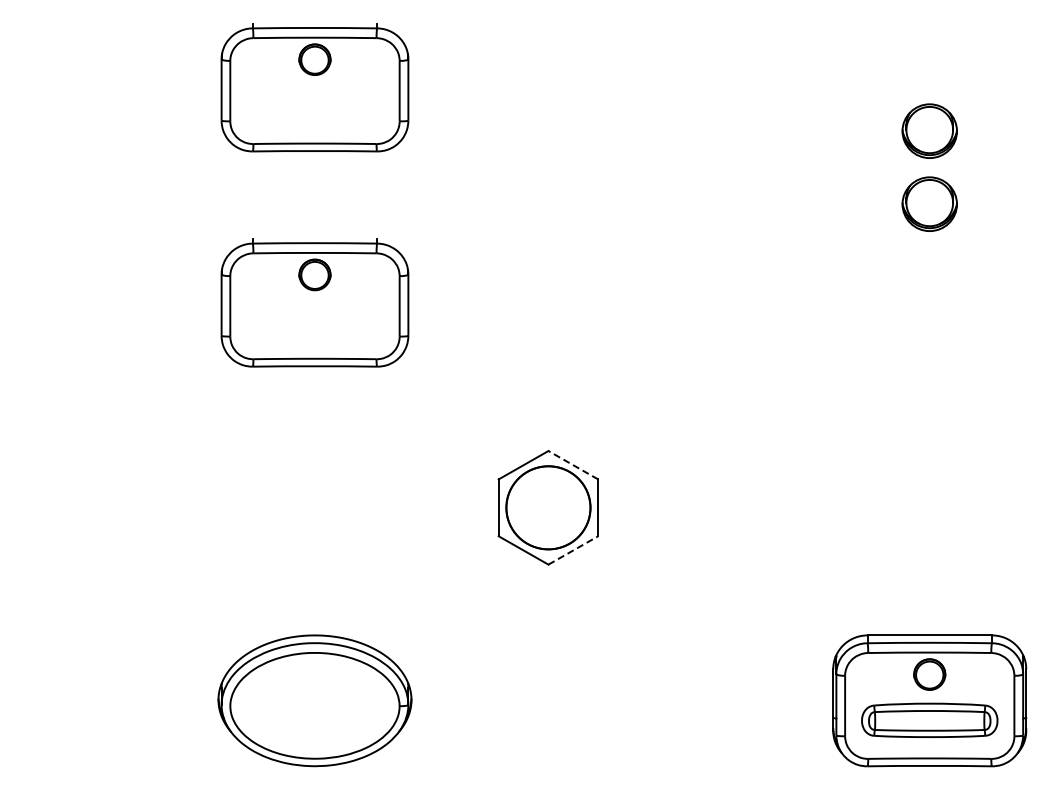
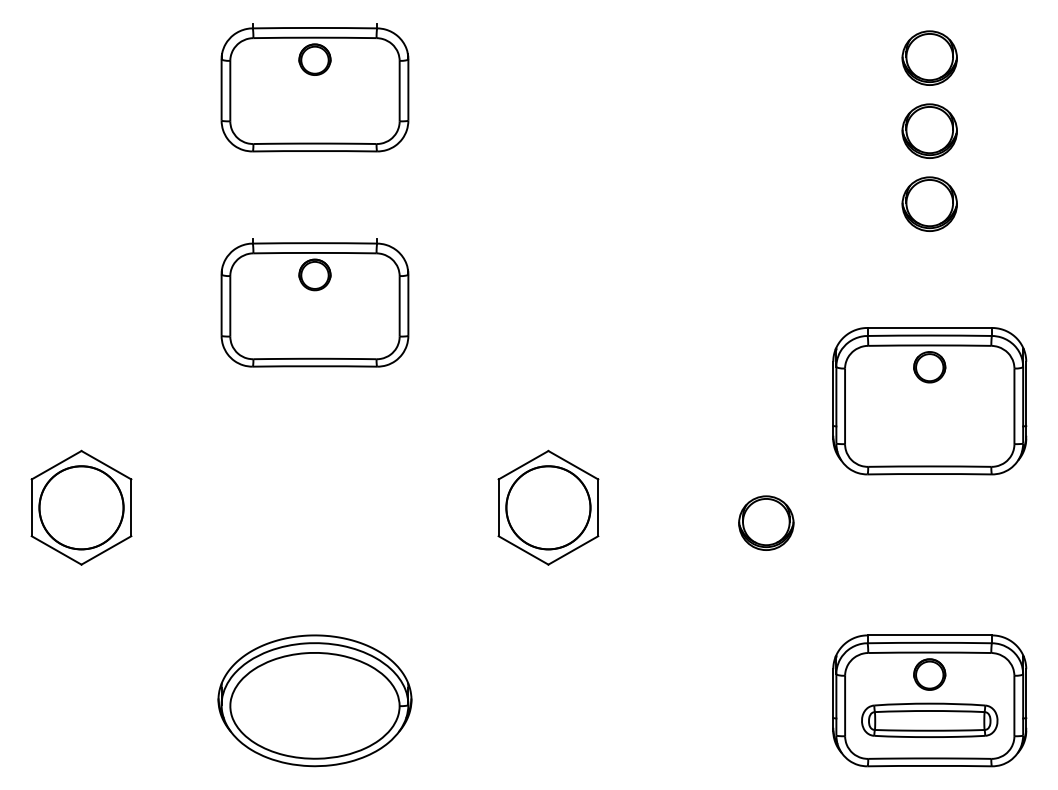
part at (929, 57): none -> present
part at (929, 401): none -> present
line at (573, 465): dashed -> solid
part at (81, 507): none -> present
part at (766, 522): none -> present
line at (573, 550): dashed -> solid
